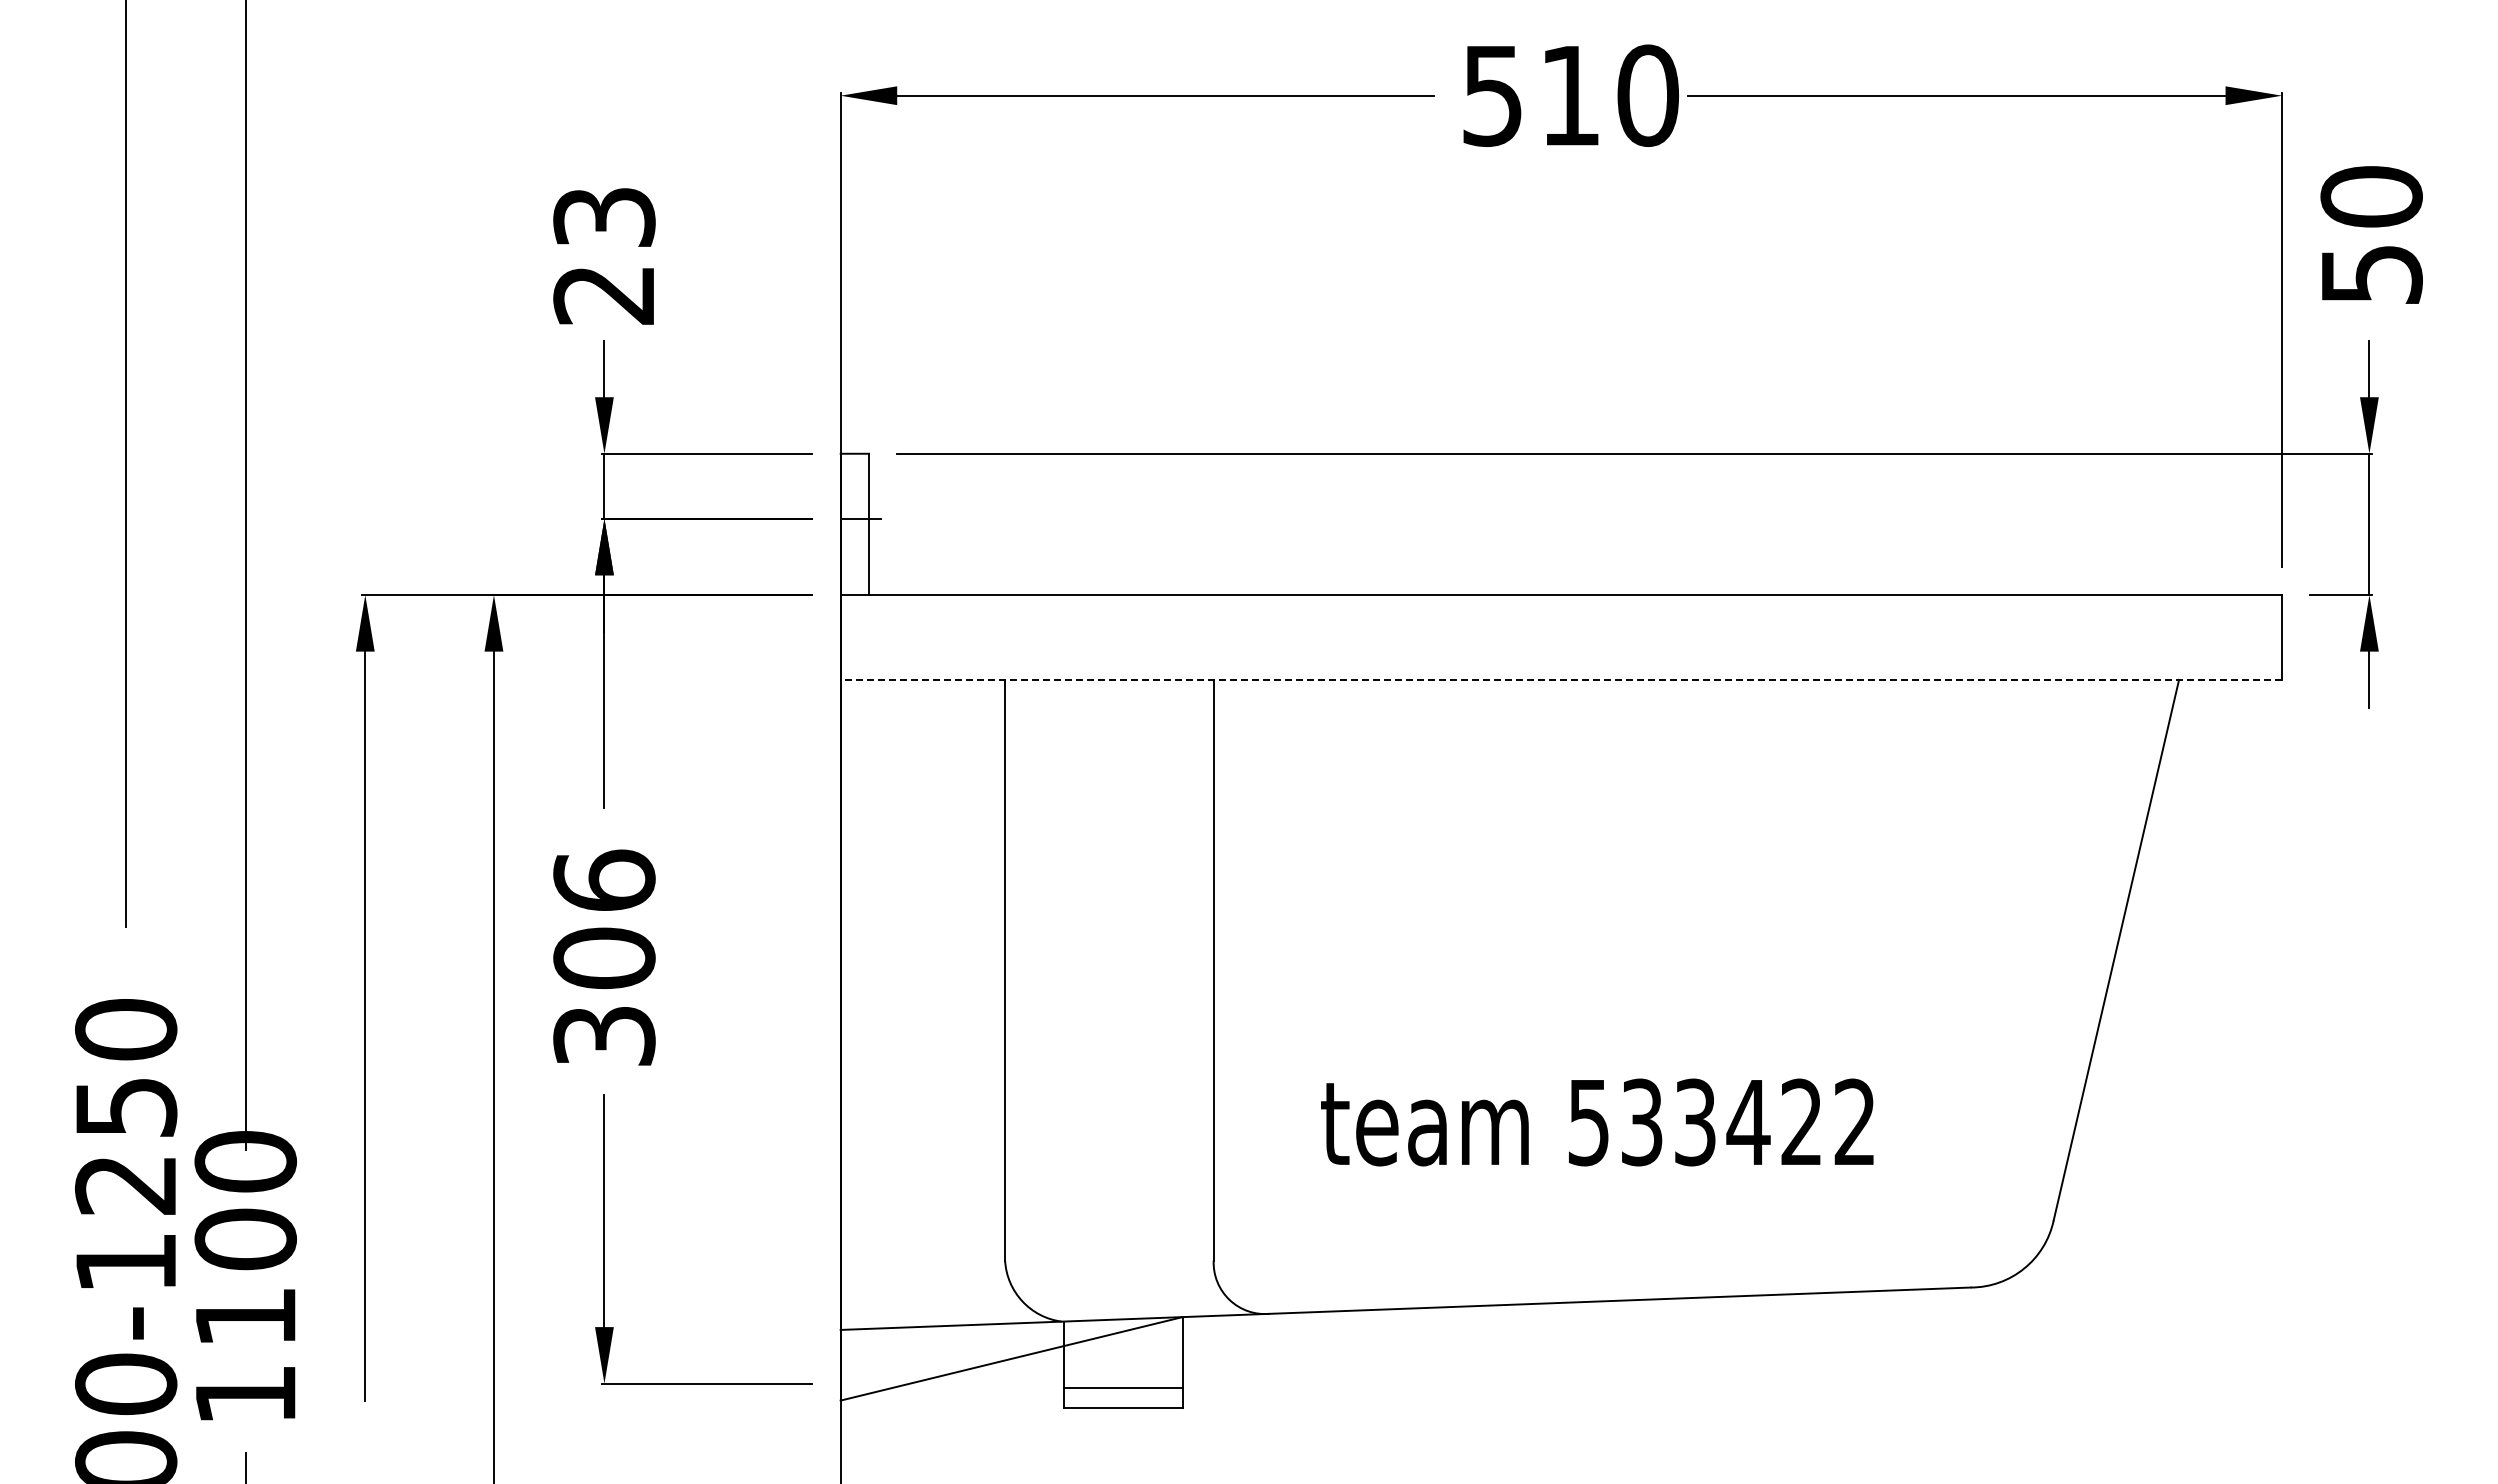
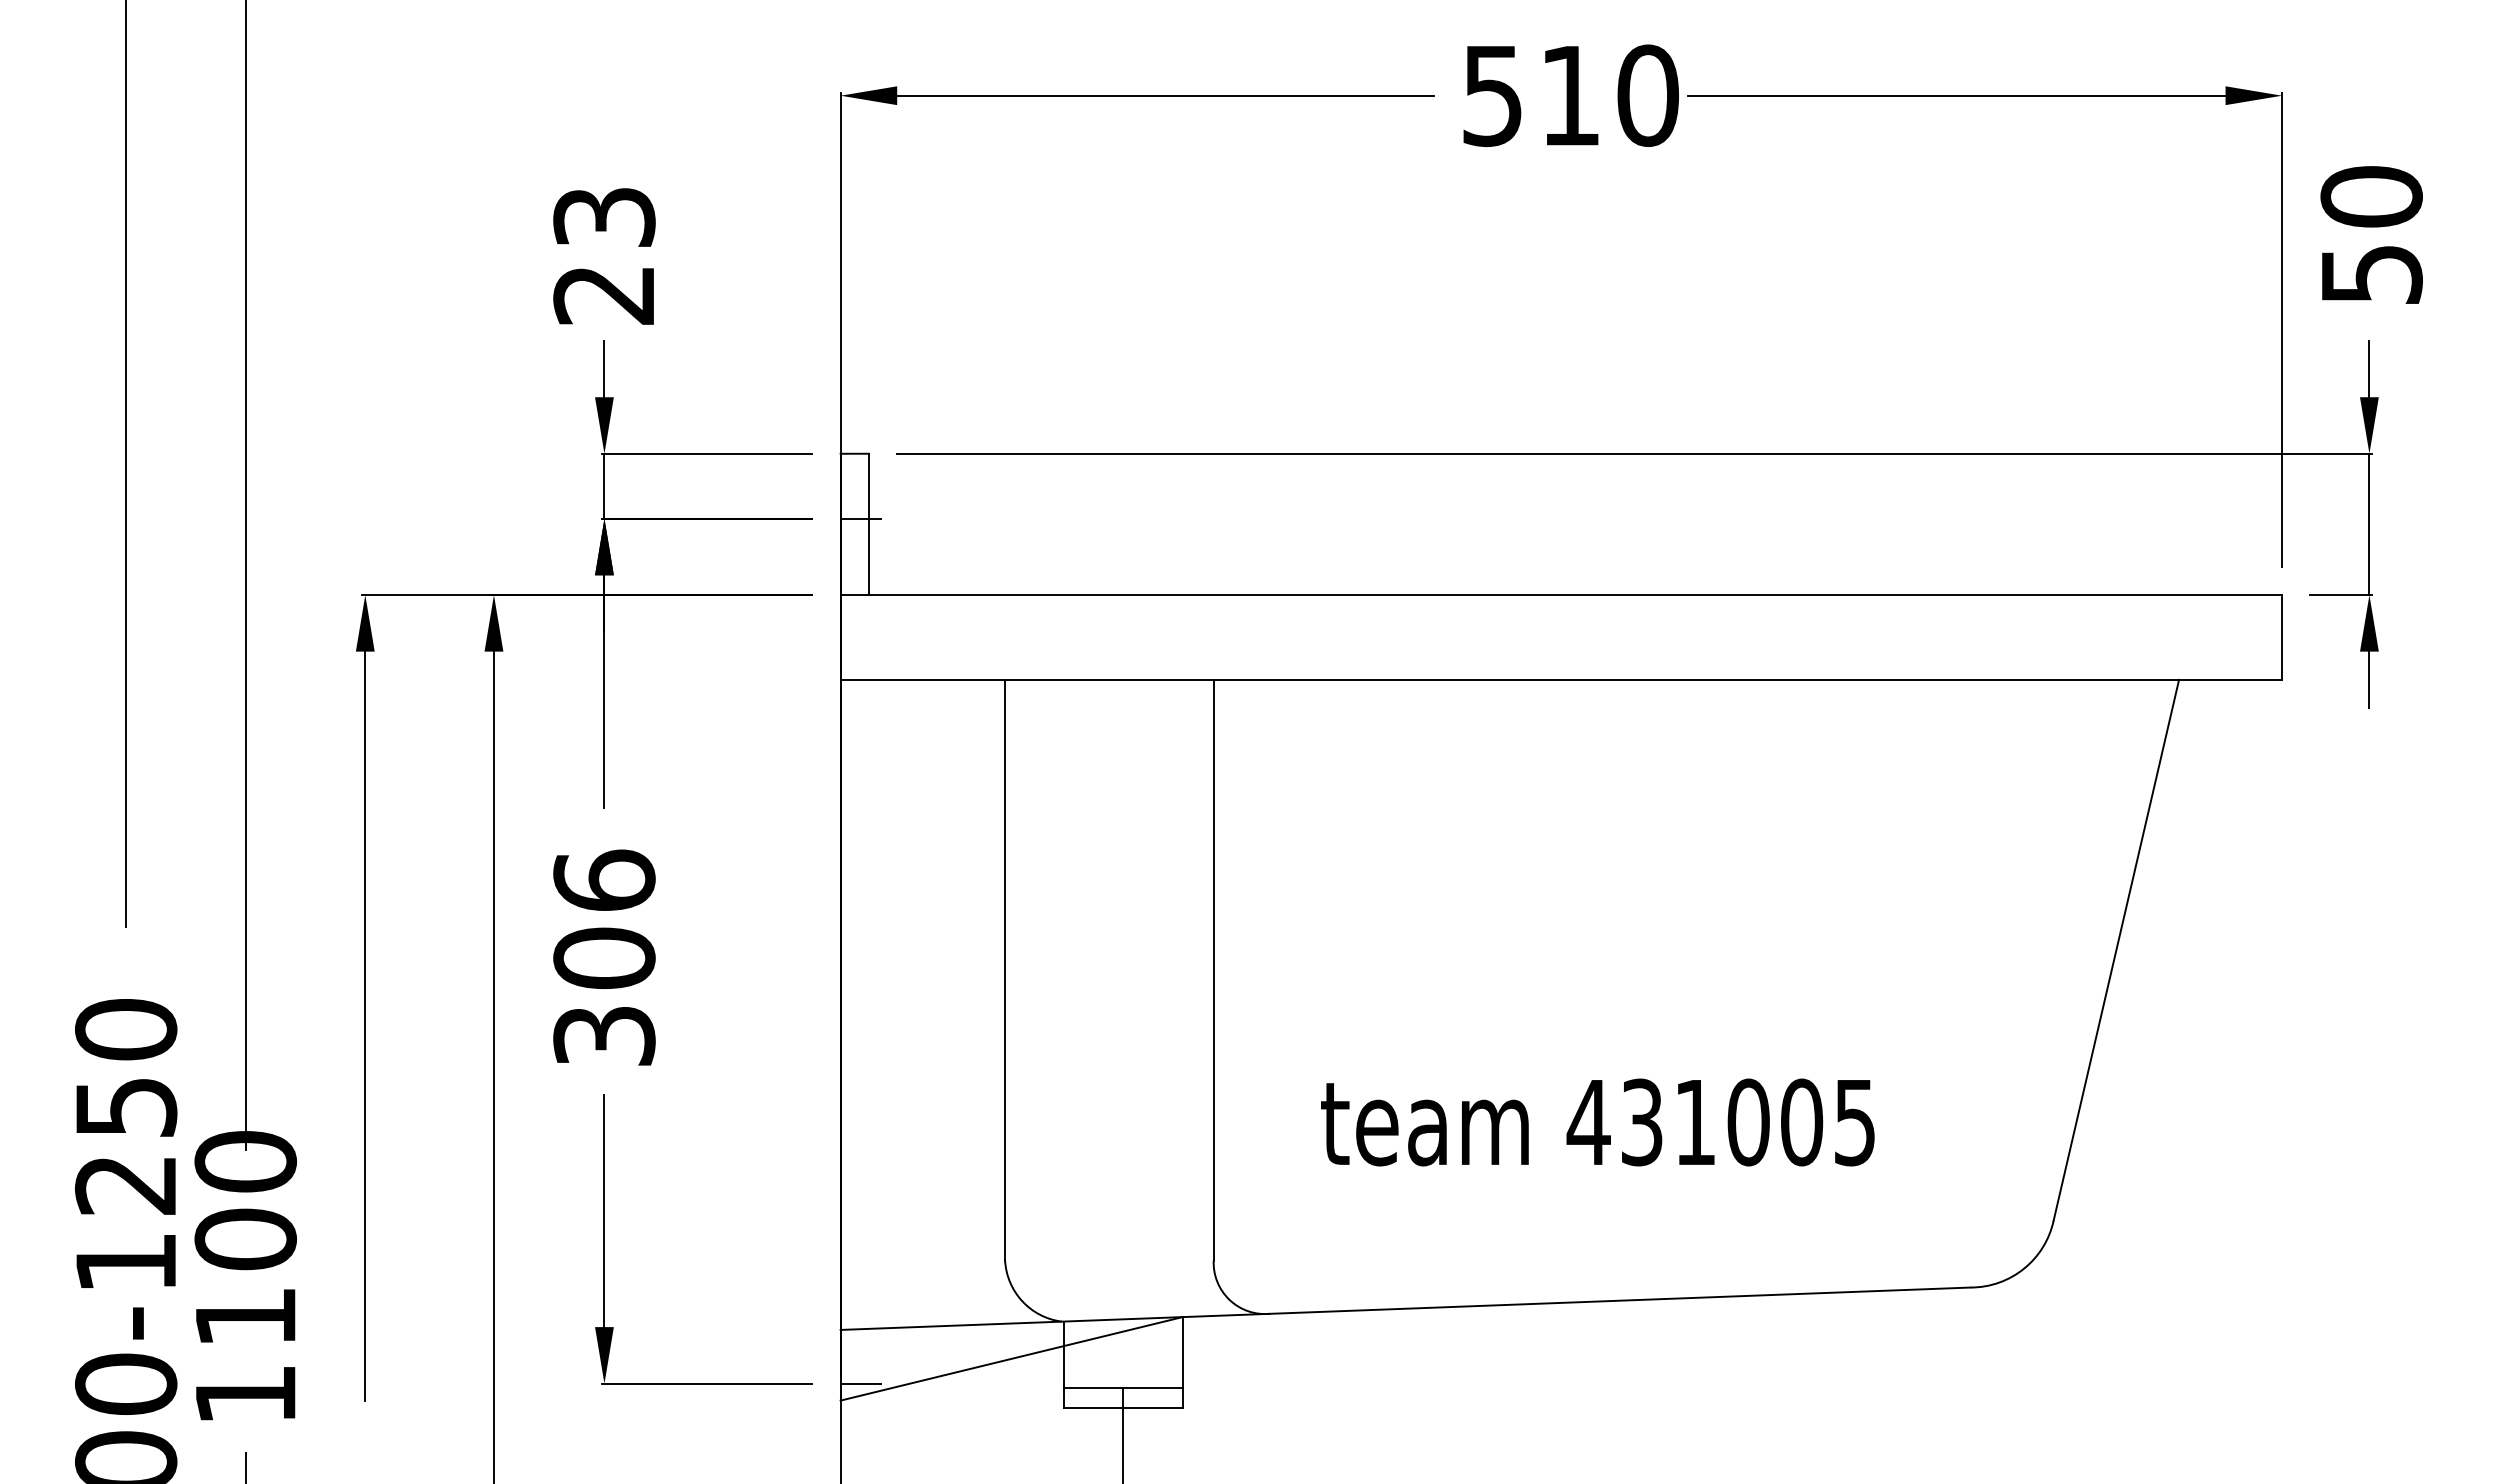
line at (1561, 679): dashed -> solid
text at (1720, 1122): 533422 -> 431005
line at (861, 1383): none -> present
line at (1123, 1433): none -> present
